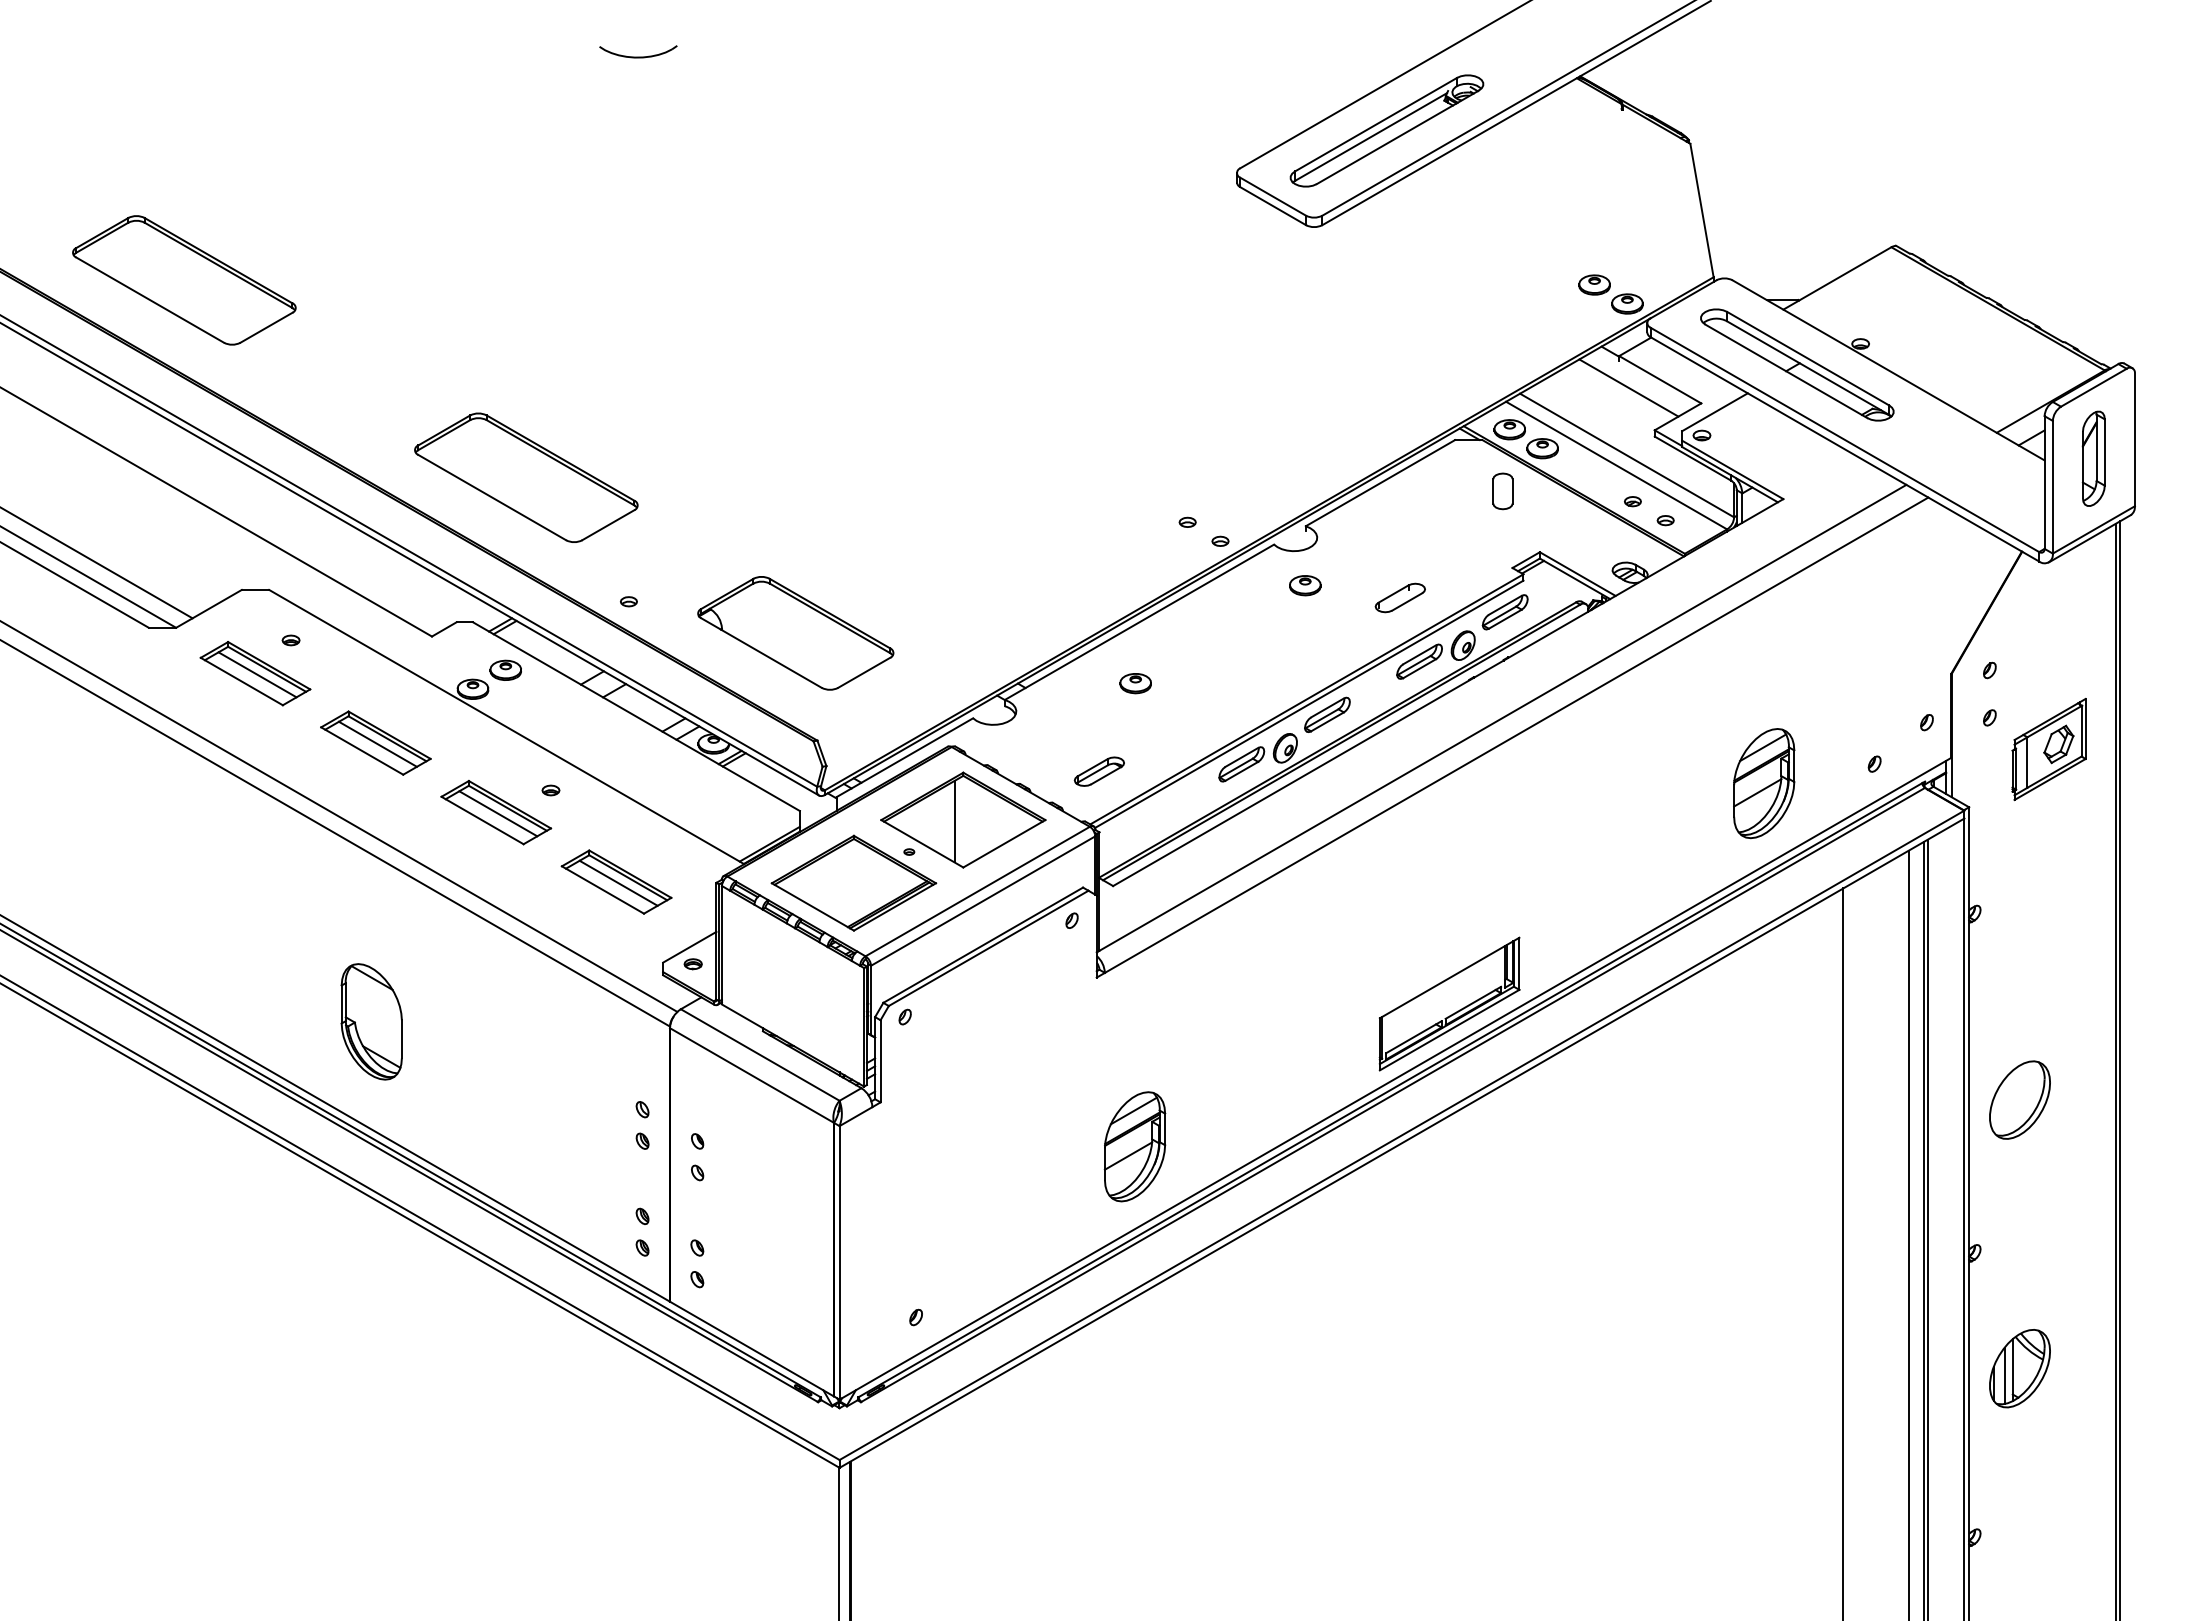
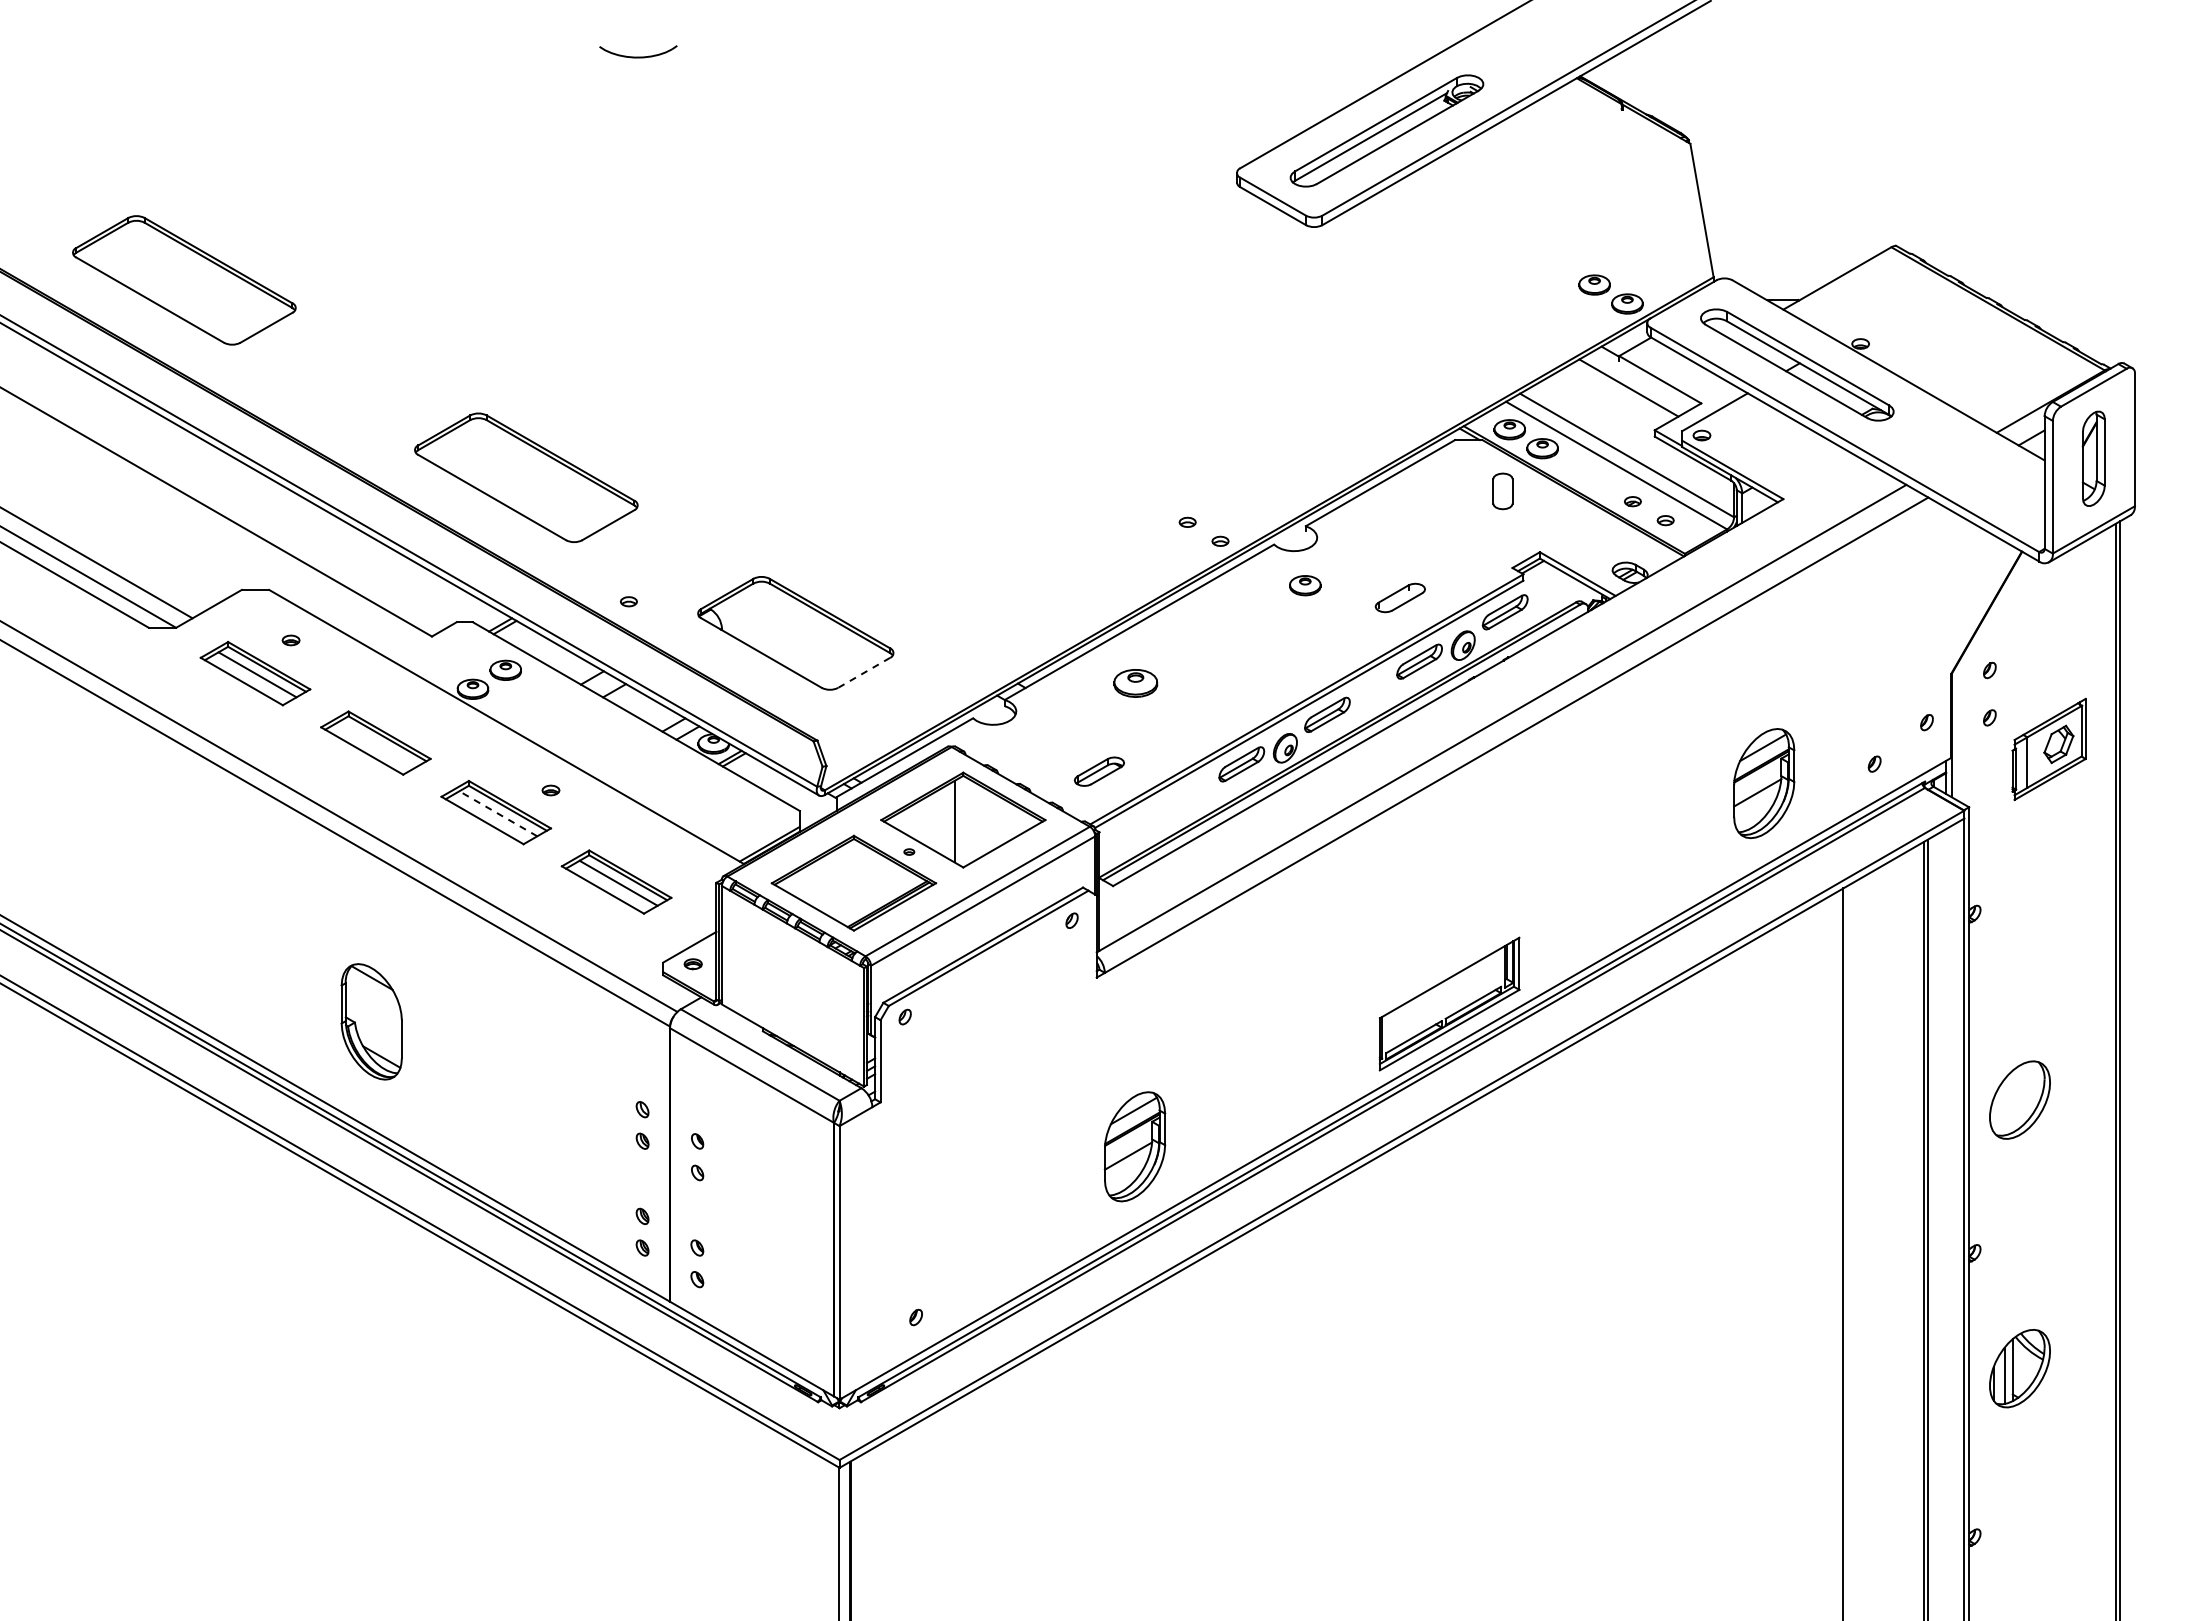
line at (863, 673): solid -> dashed
part at (1135, 683) size: 33x22 px -> 46x29 px
line at (377, 743): present -> none
line at (498, 813): solid -> dashed
line at (1908, 1233): present -> none
